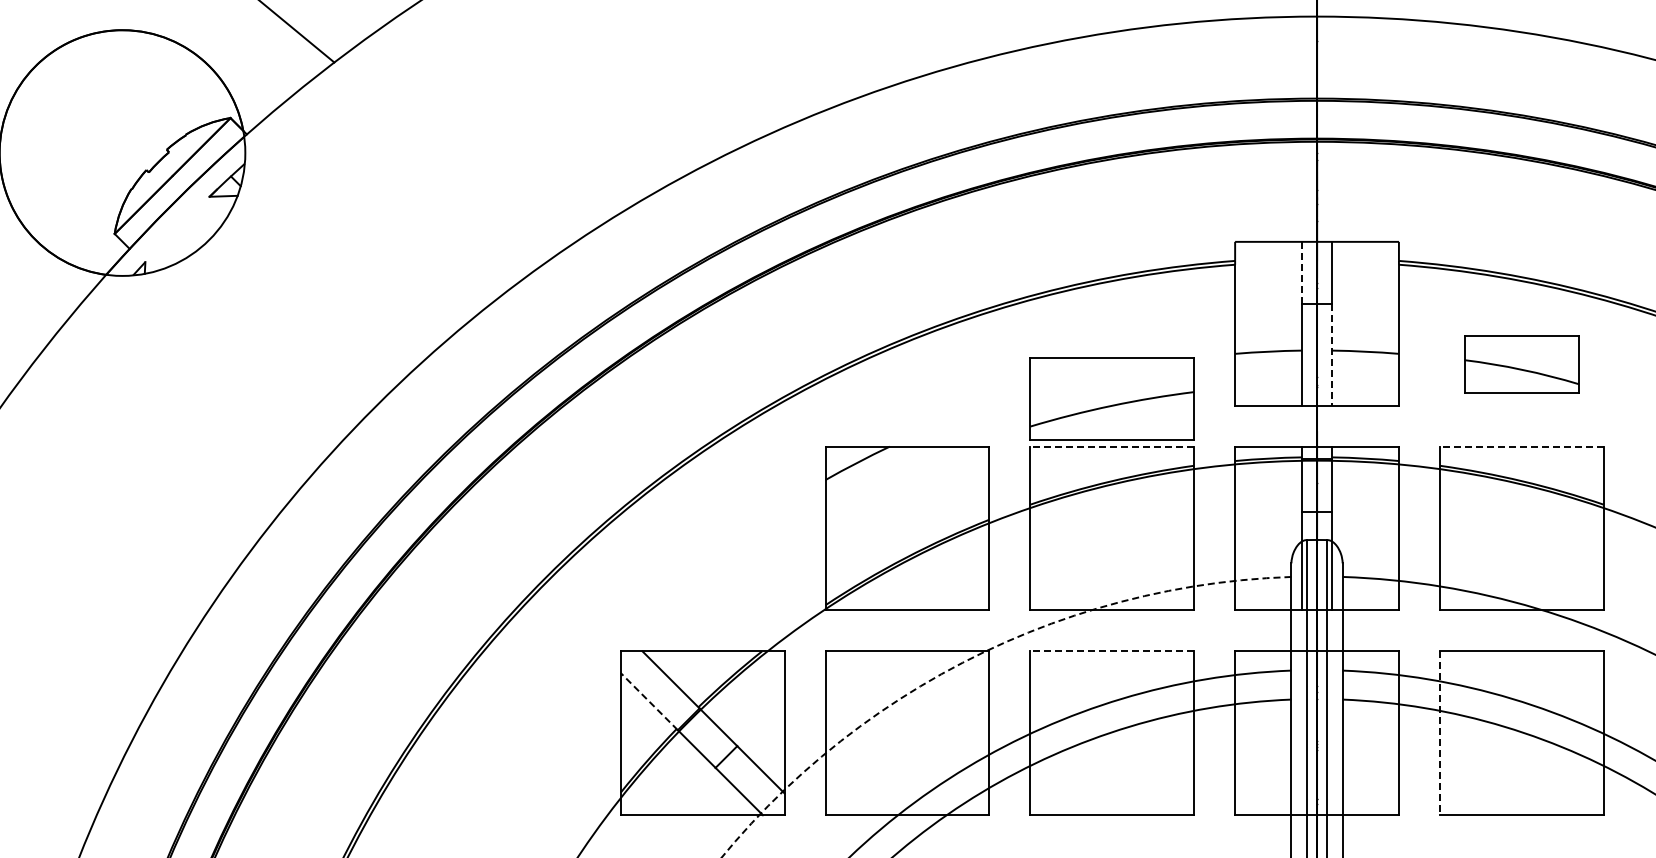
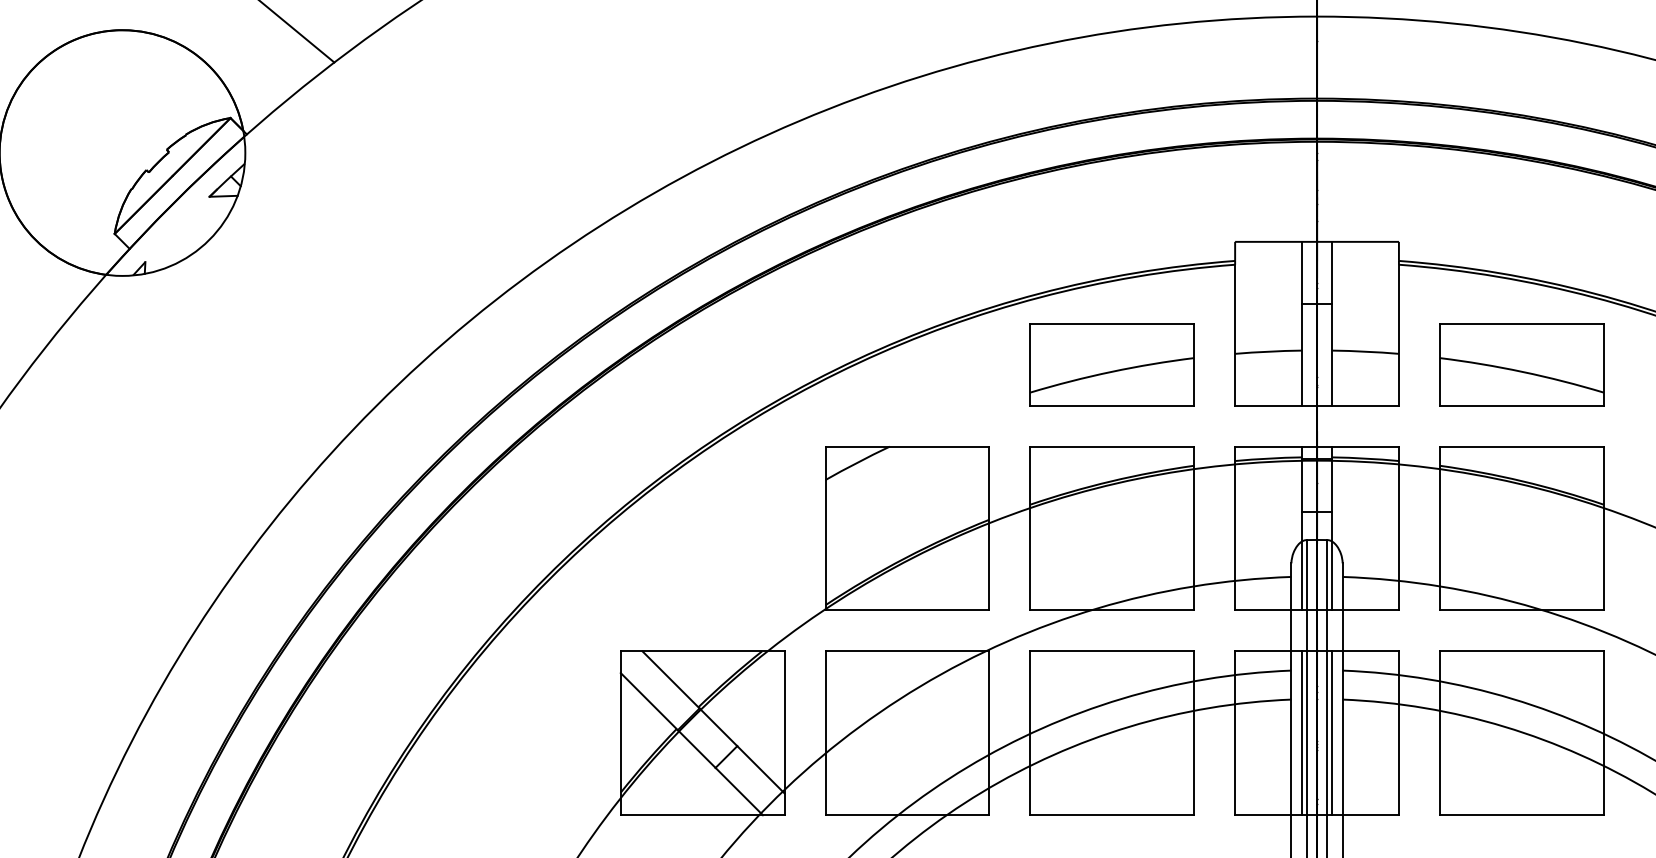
line at (1301, 272): dashed -> solid
line at (1332, 355): dashed -> solid
part at (1521, 364) size: 116x59 px -> 166x84 px
part at (1111, 398) position: (1111, 398) -> (1111, 364)
line at (1112, 446): dashed -> solid
line at (1521, 446): dashed -> solid
line at (1112, 651): dashed -> solid
arc at (974, 656): dashed -> solid
line at (648, 701): dashed -> solid
line at (1301, 733): none -> present
line at (1332, 733): none -> present
line at (1439, 733): dashed -> solid
